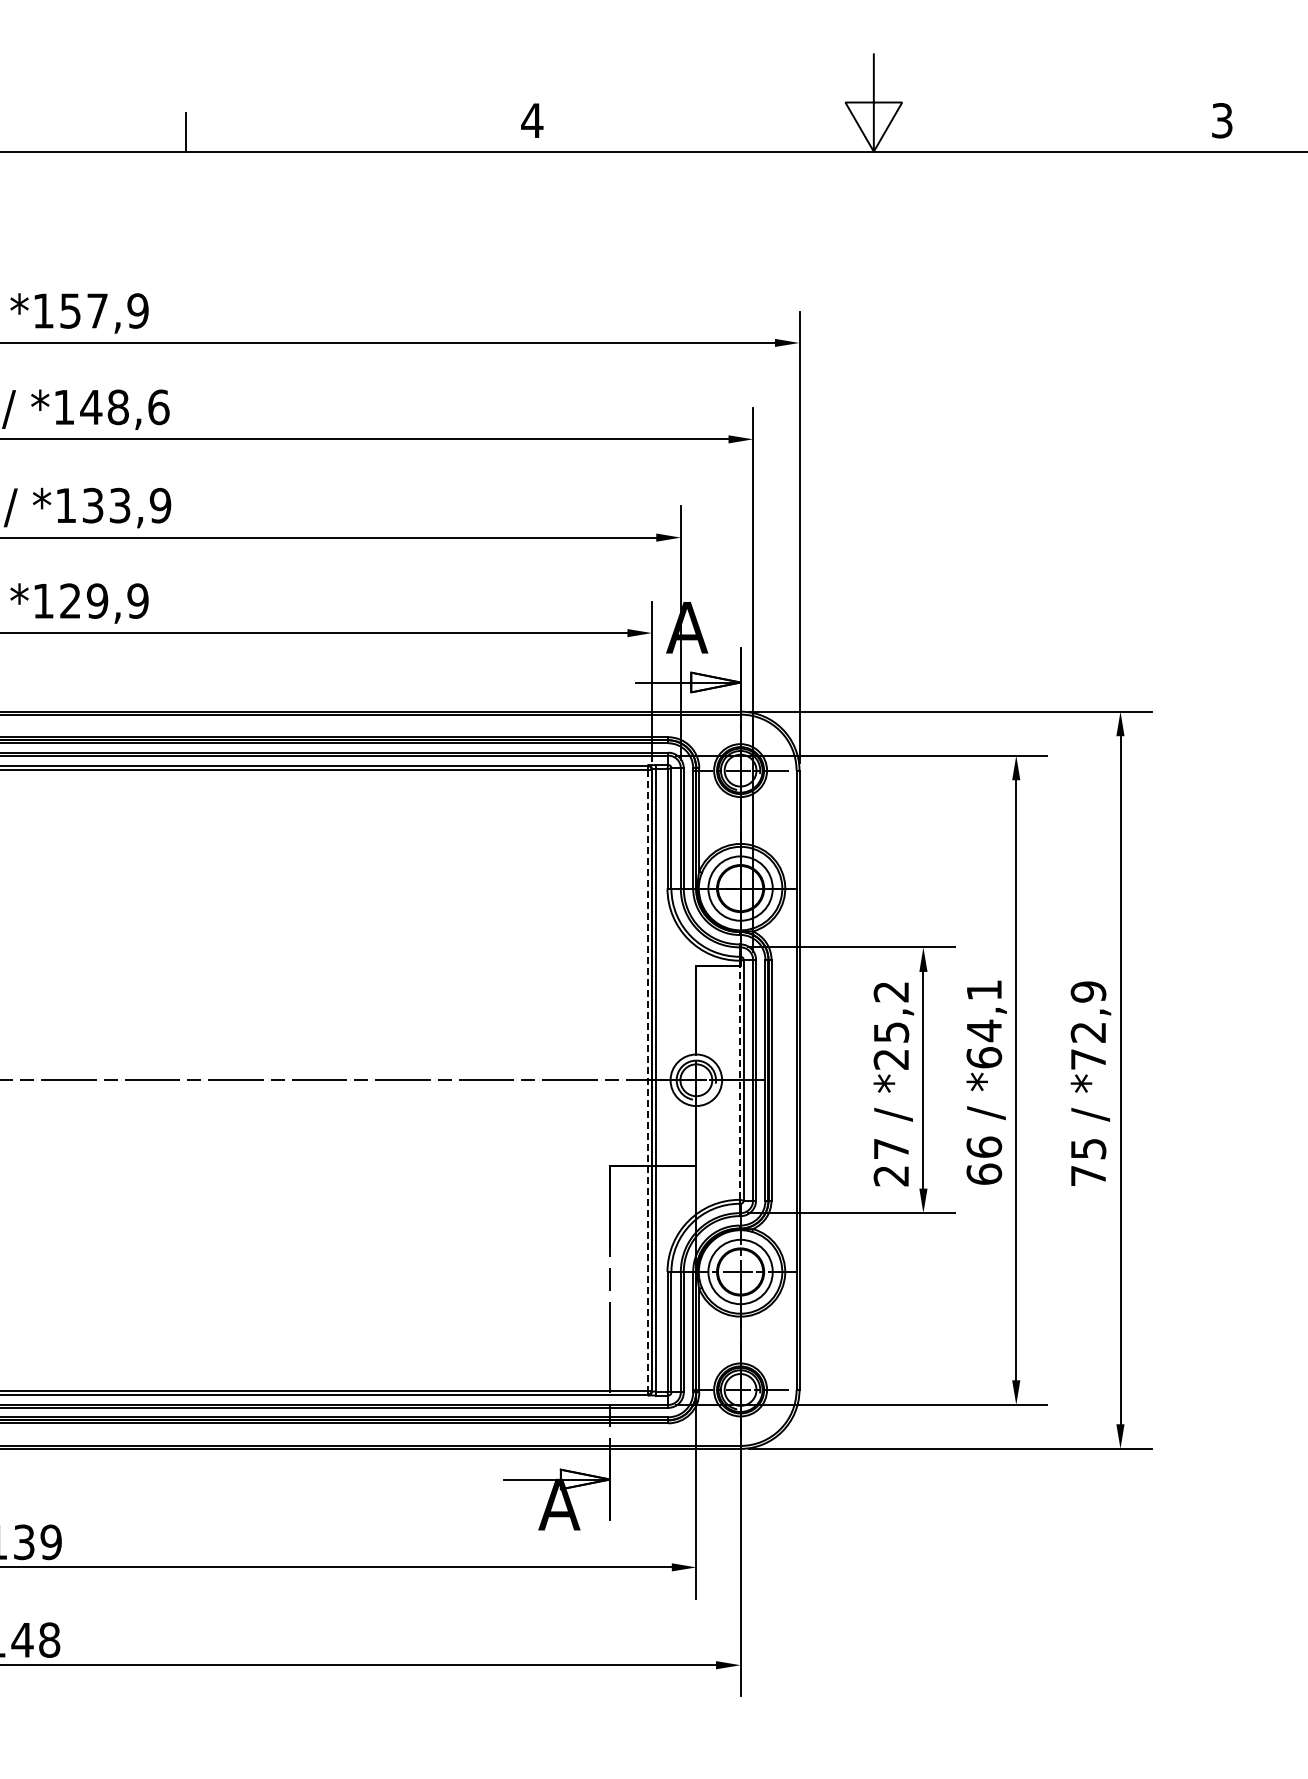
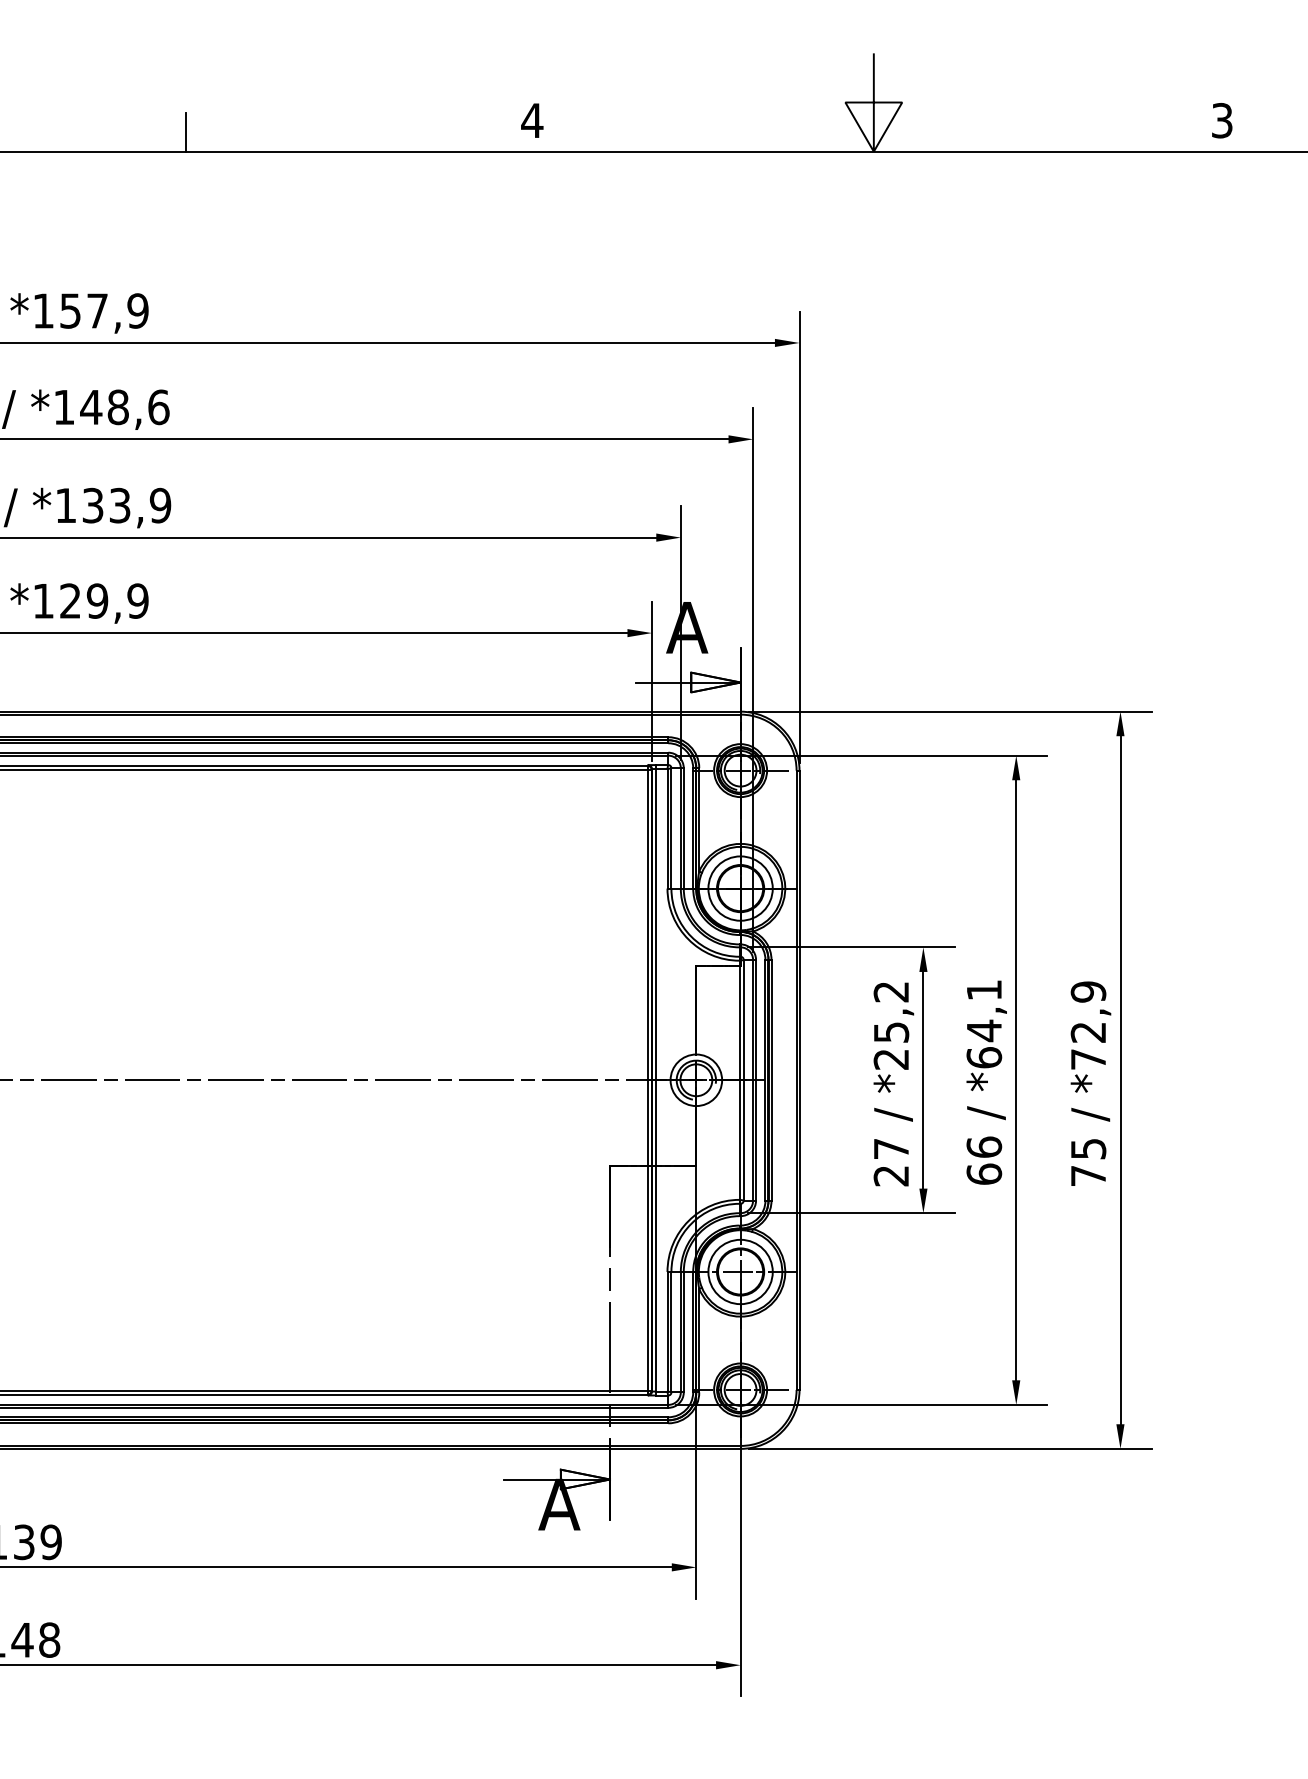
line at (647, 1080): dashed -> solid
line at (739, 1080): dashed -> solid
